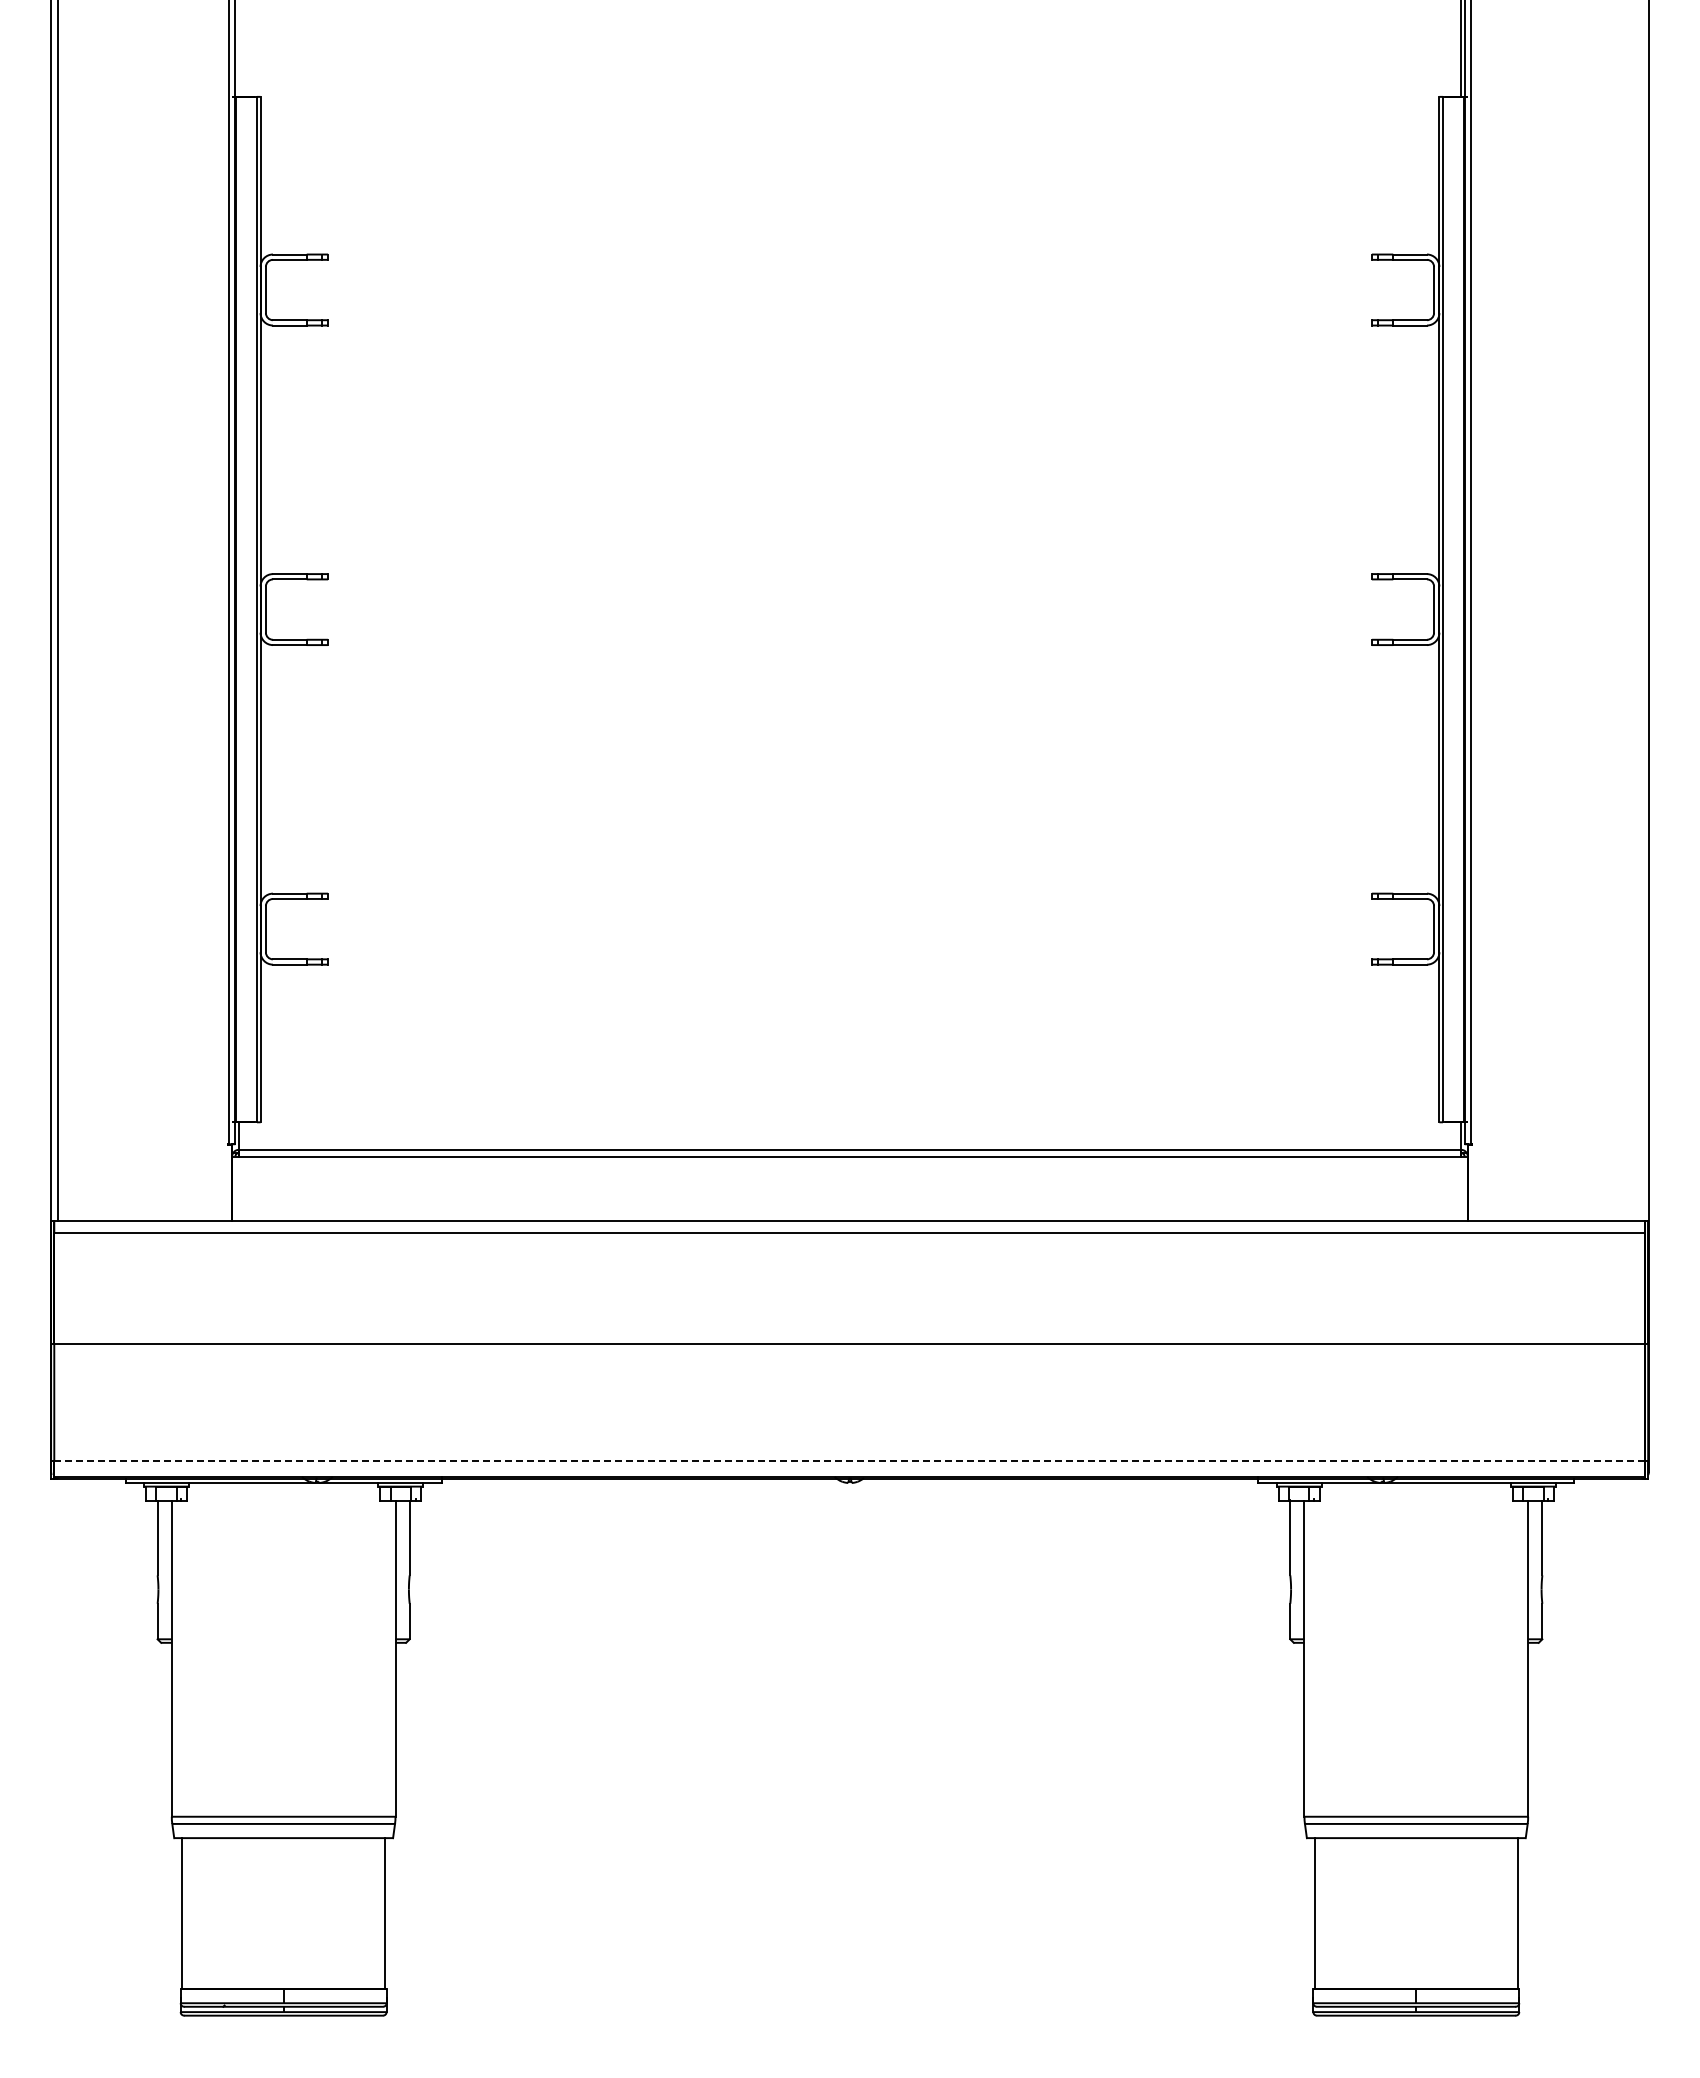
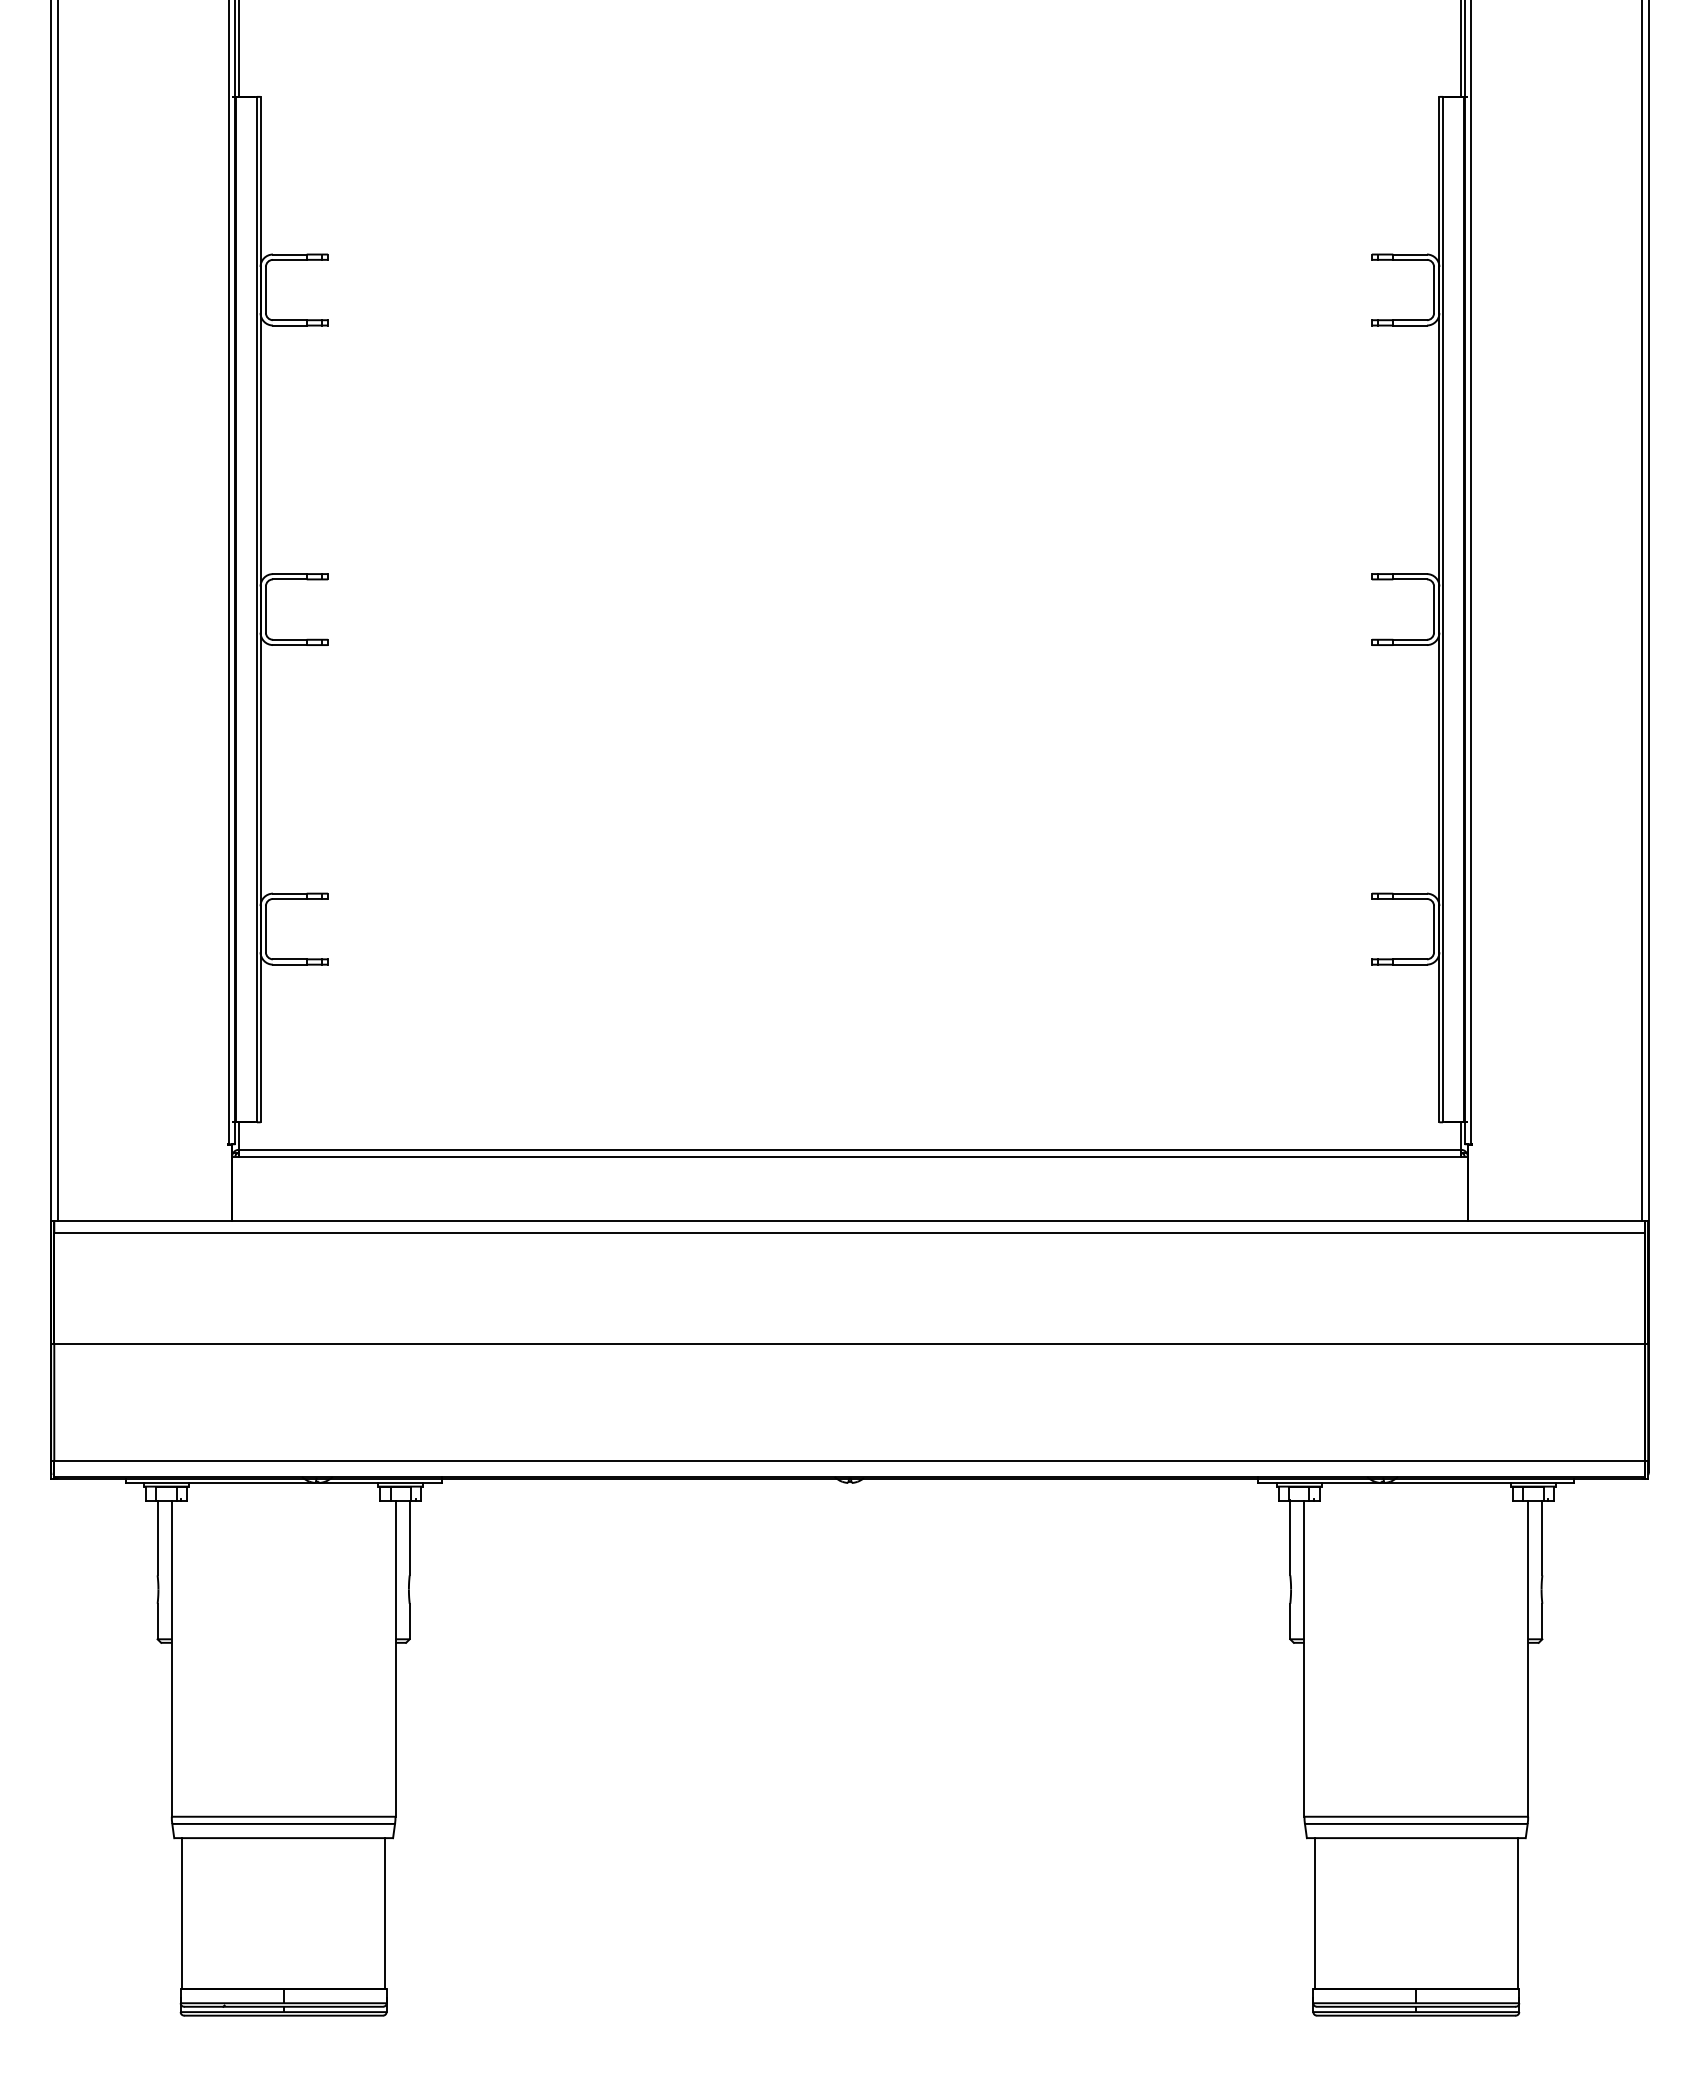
line at (238, 49): none -> present
line at (1642, 611): none -> present
line at (849, 1460): dashed -> solid
